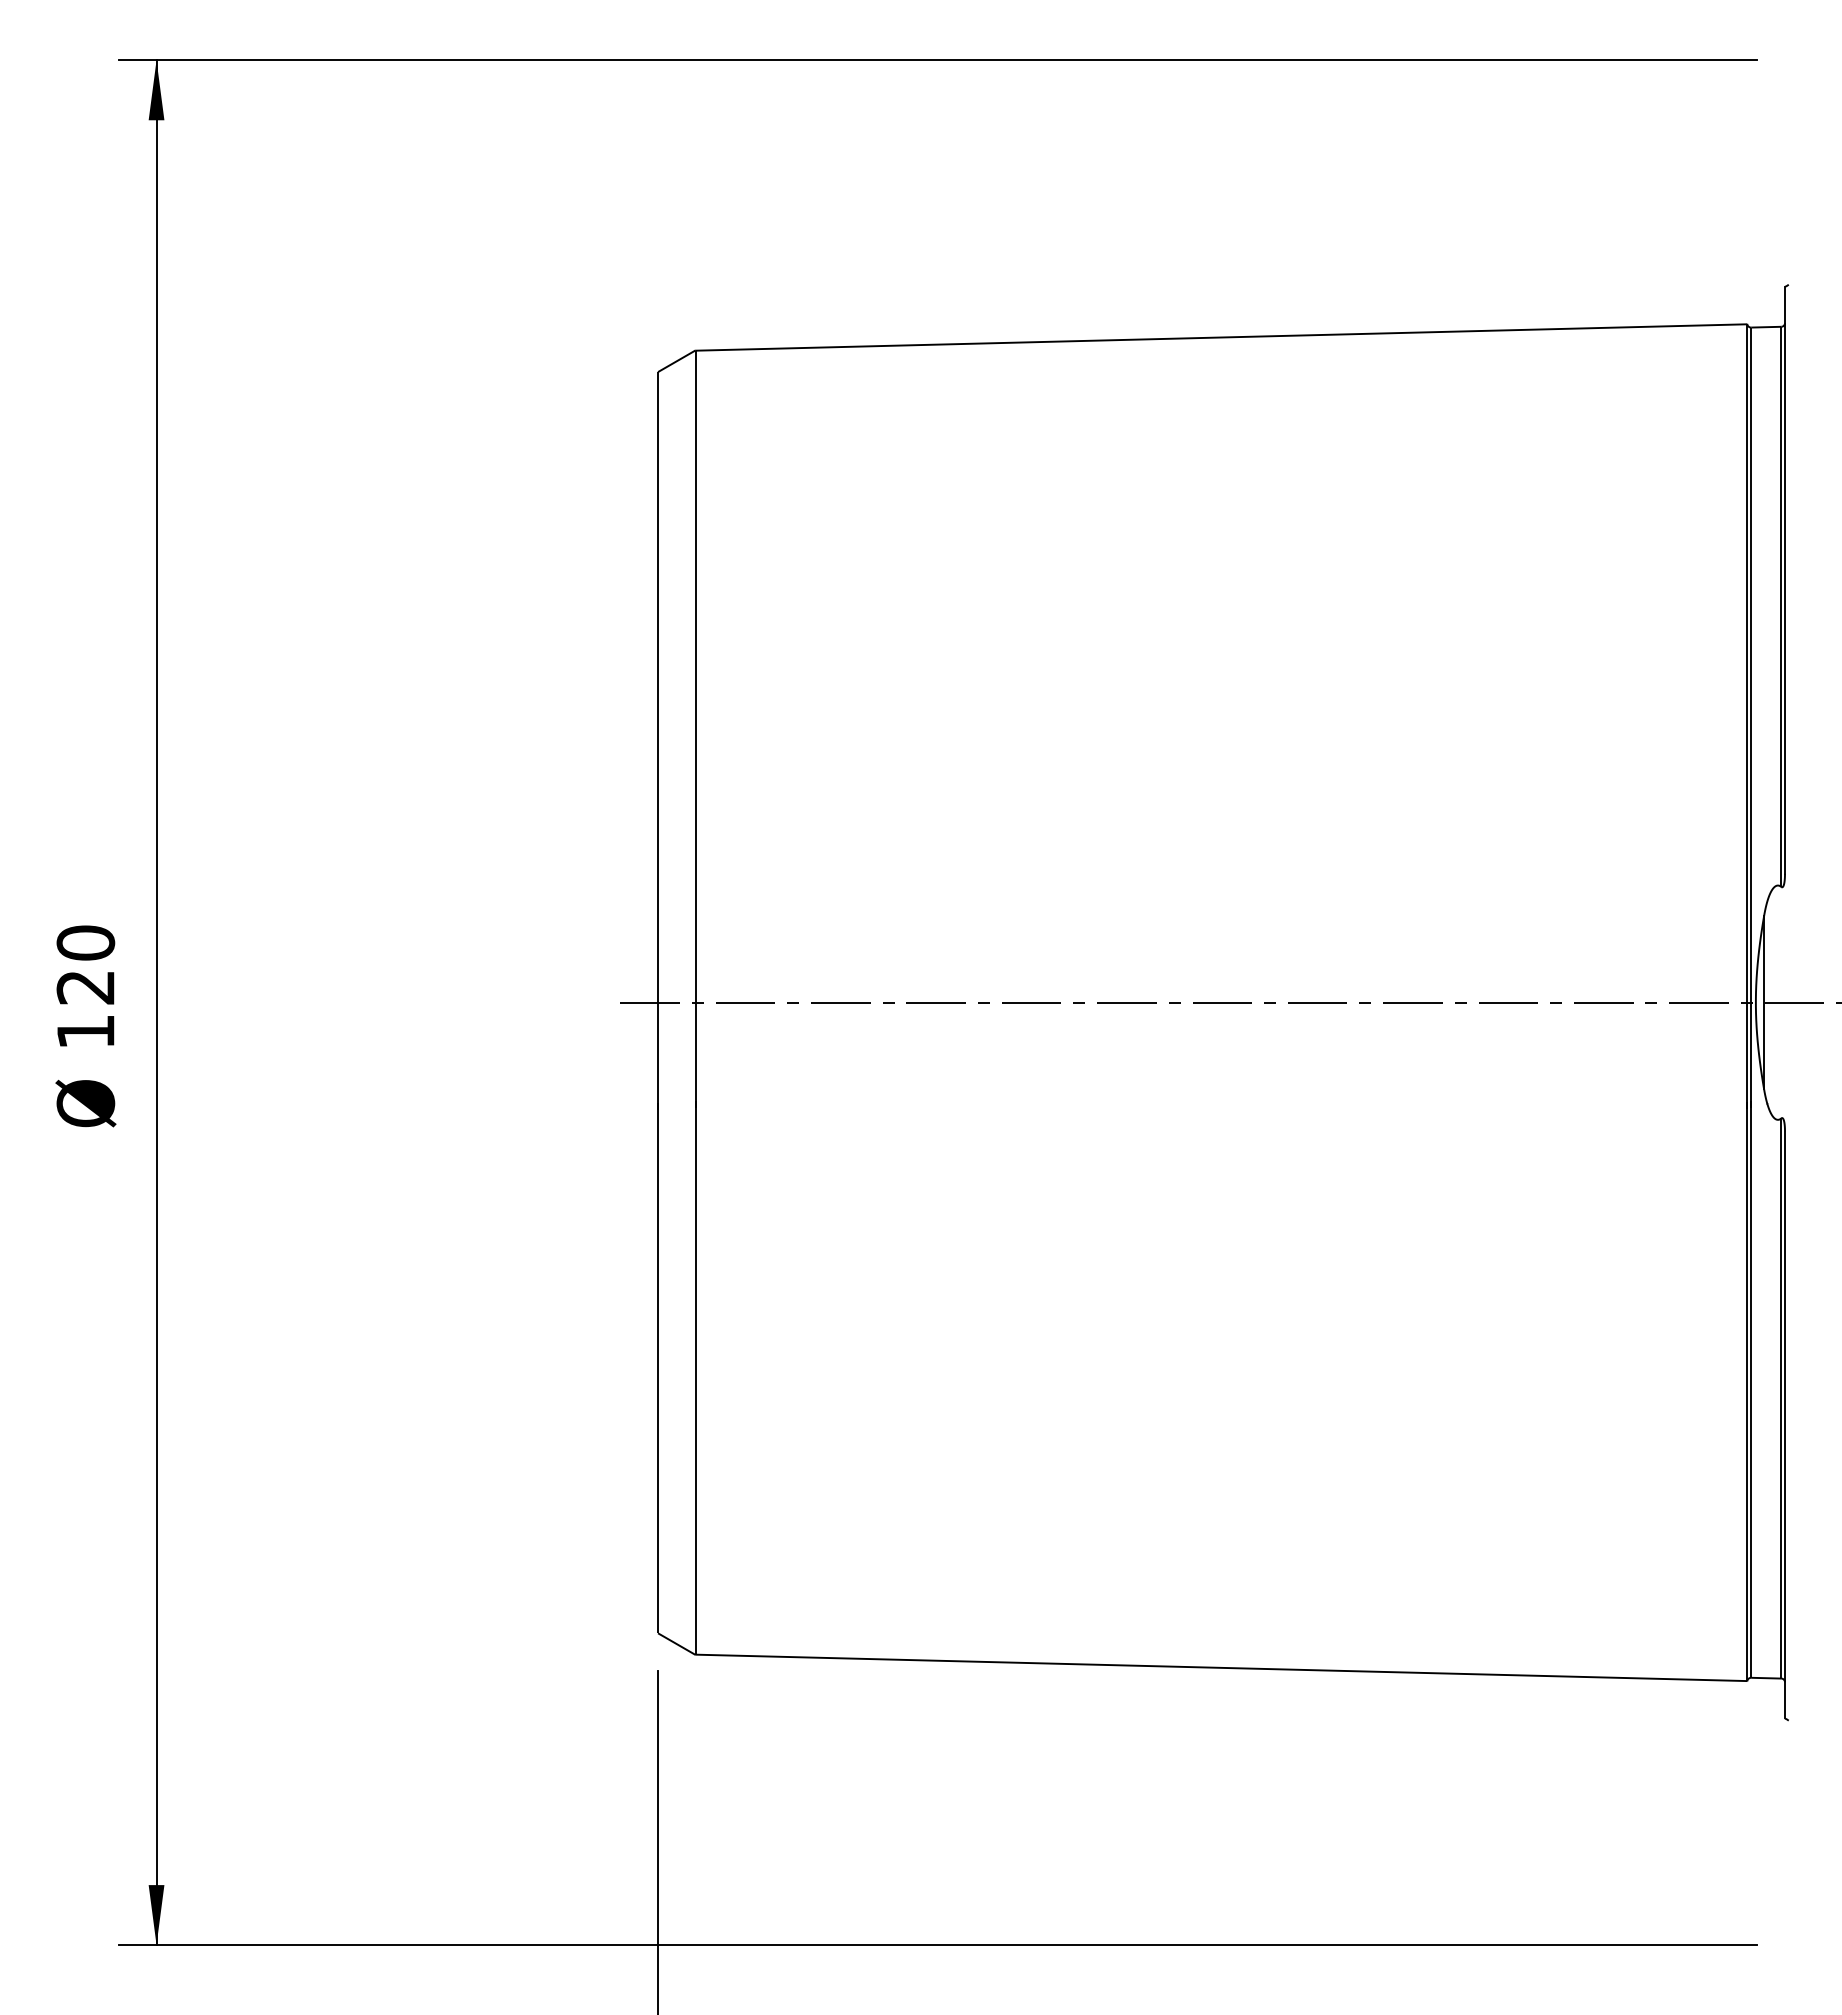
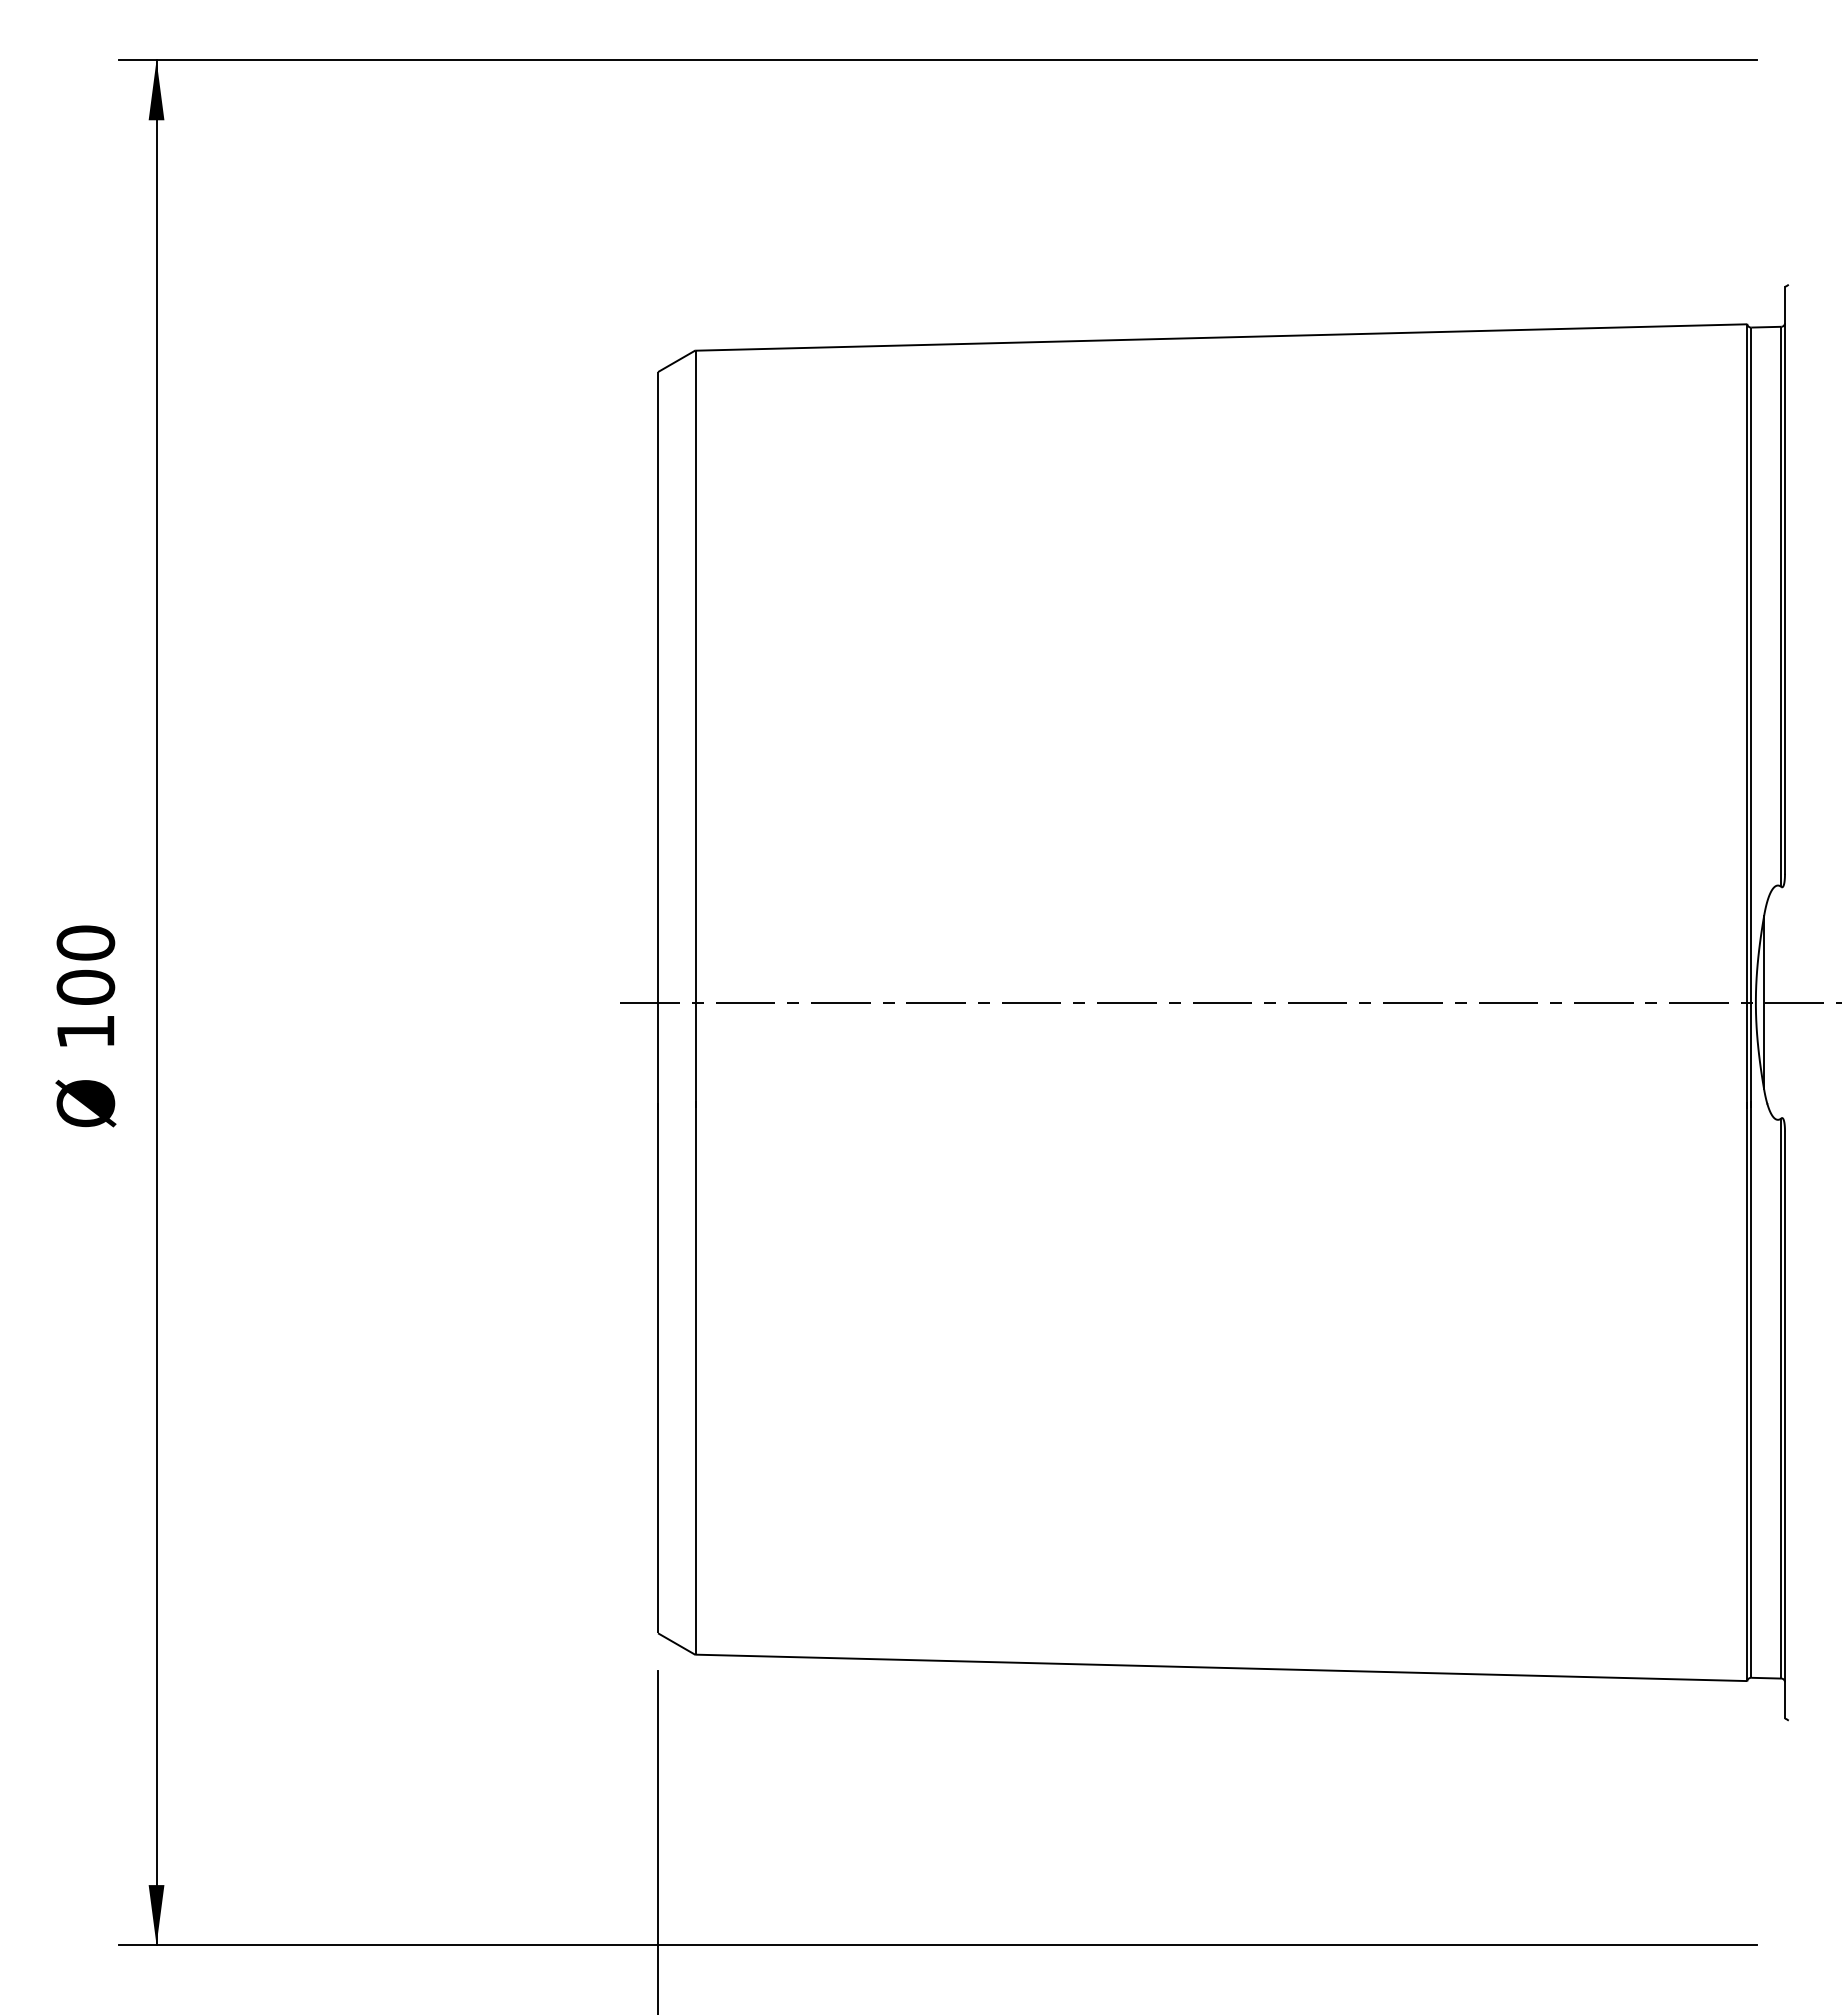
text at (85, 986): 120 -> 100
